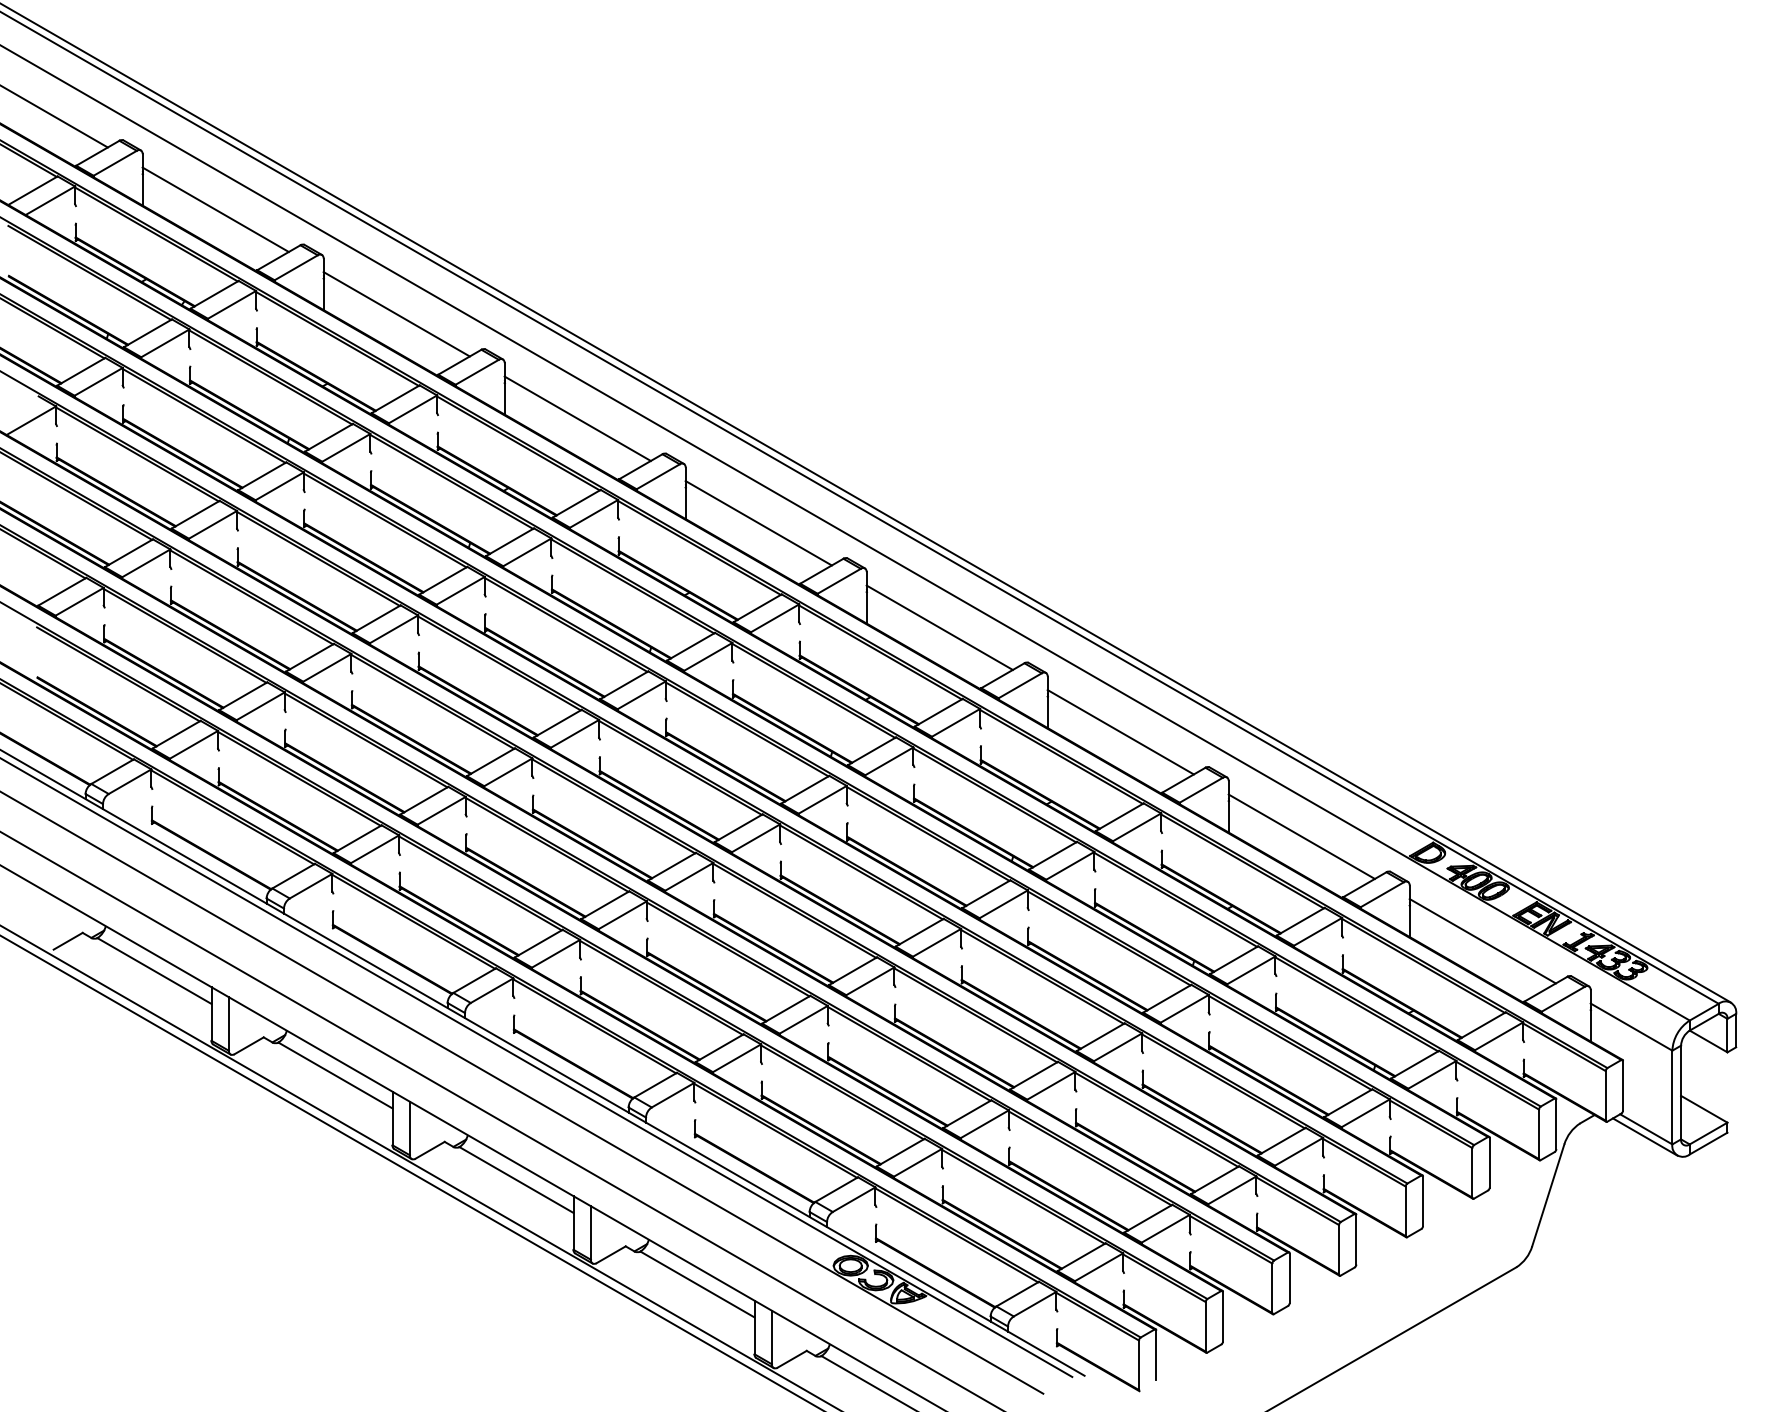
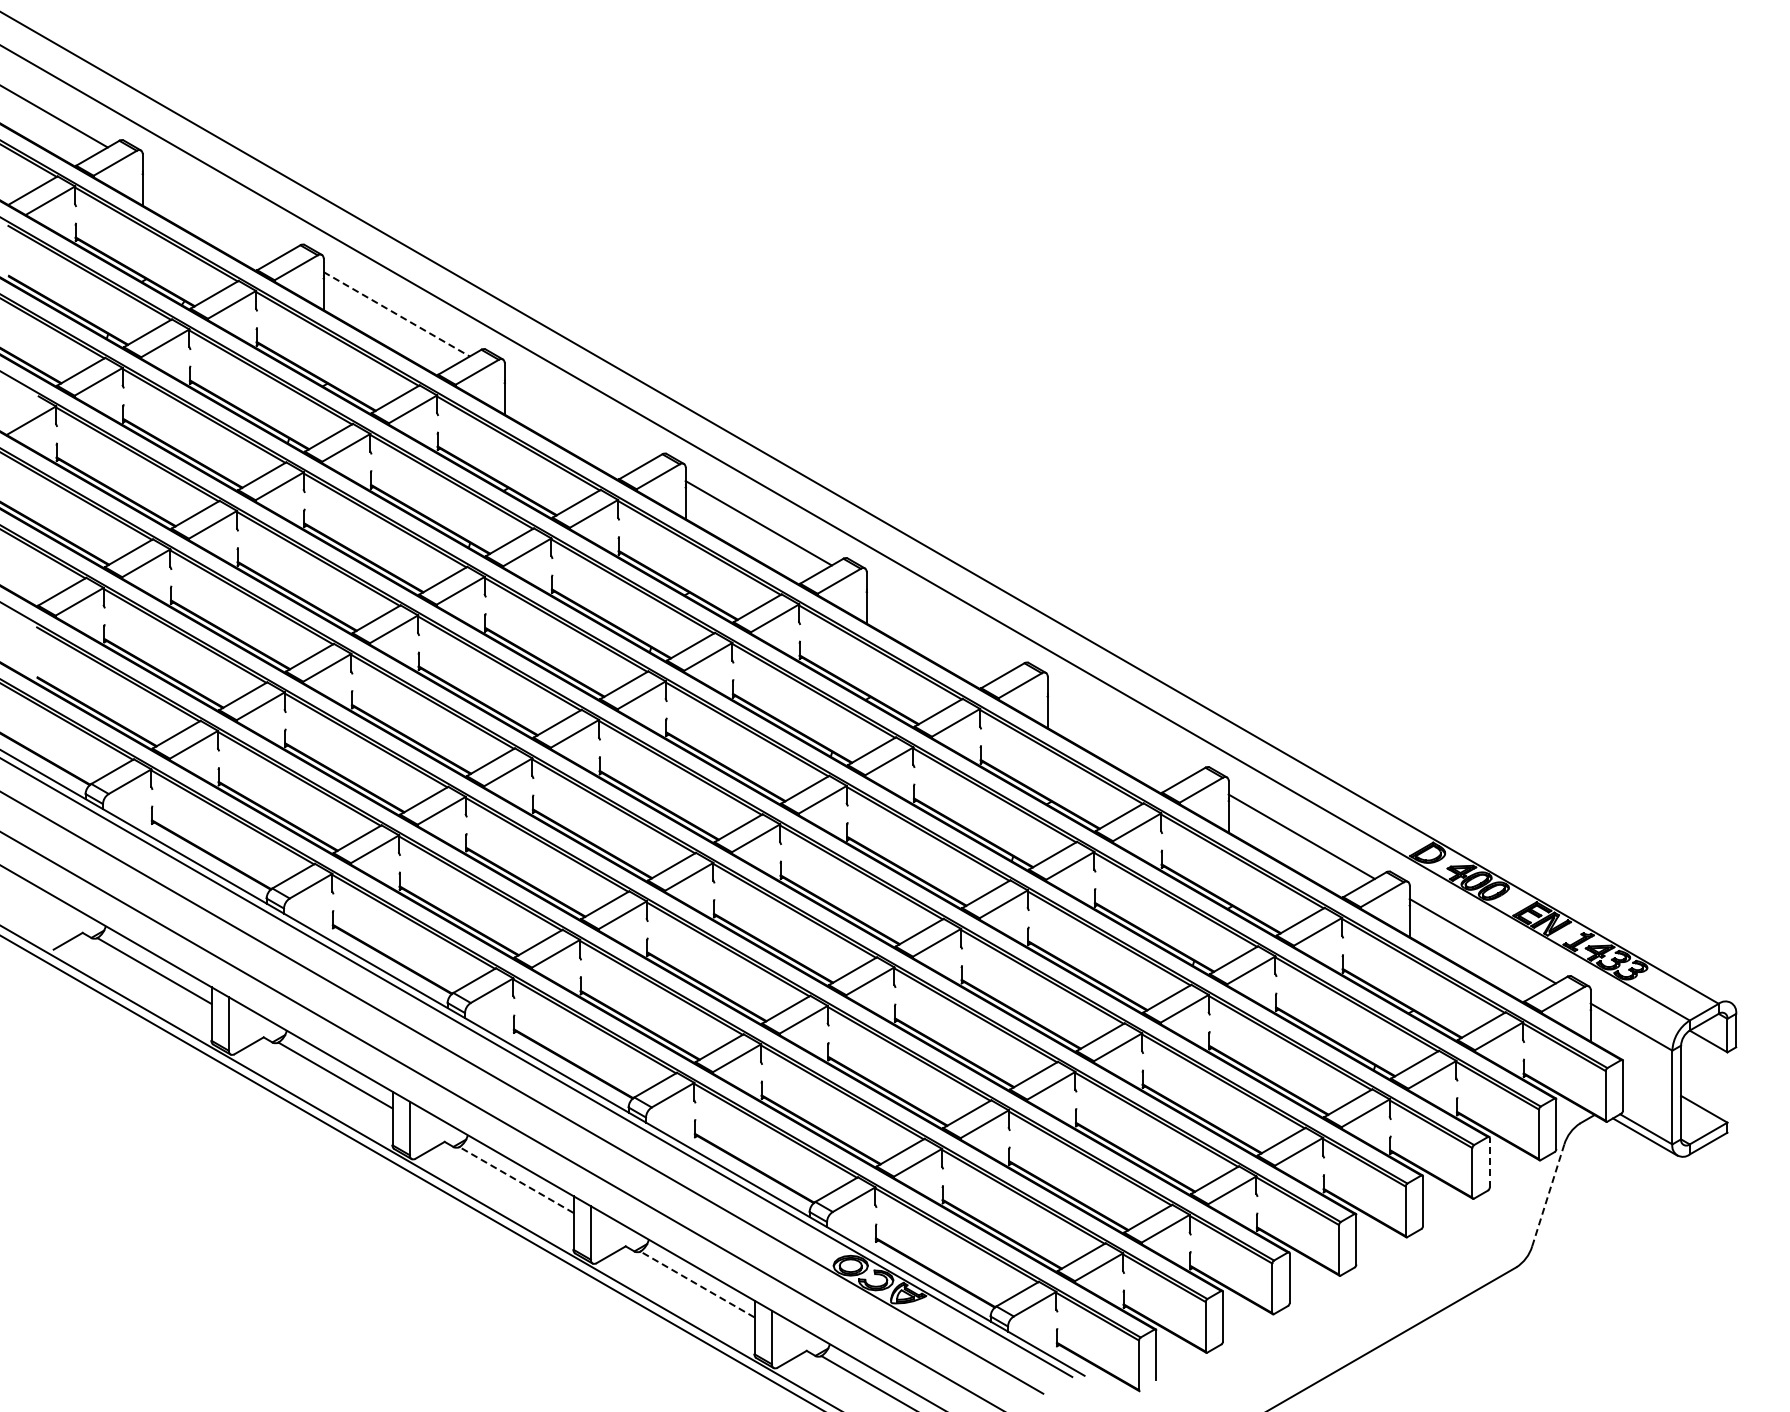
line at (215, 209): present -> none
line at (397, 314): solid -> dashed
line at (577, 418): present -> none
line at (866, 503): present -> none
line at (939, 627): present -> none
line at (1120, 732): present -> none
line at (1489, 1162): solid -> dashed
line at (516, 1180): solid -> dashed
line at (1548, 1195): solid -> dashed
line at (697, 1284): solid -> dashed
